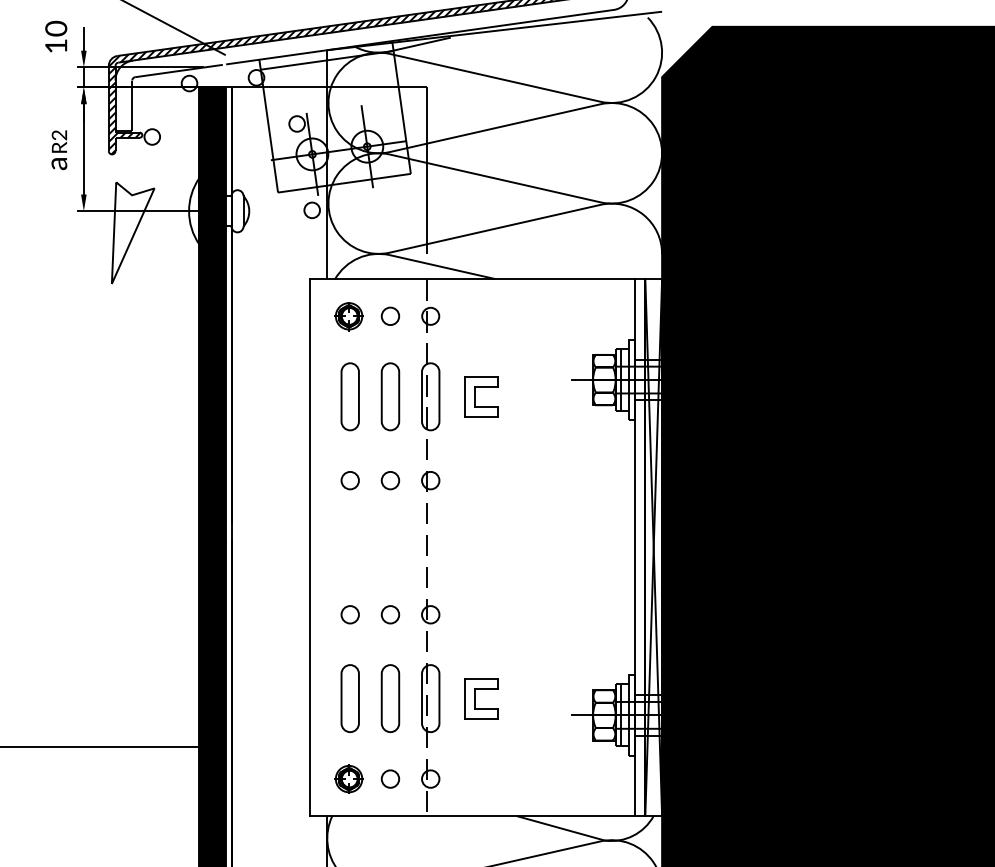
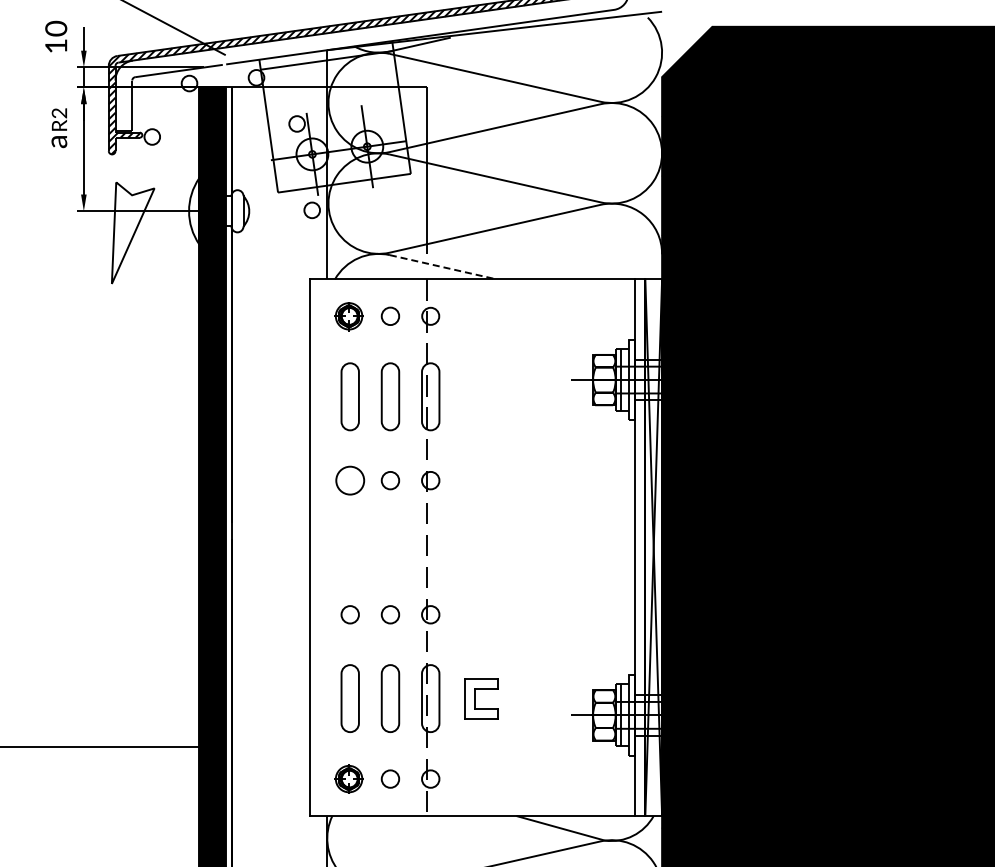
text at (59, 150) position: (59, 150) -> (59, 128)
line at (443, 267): solid -> dashed
part at (481, 396): present -> none
circle at (349, 480) diameter: 17 px -> 28 px
